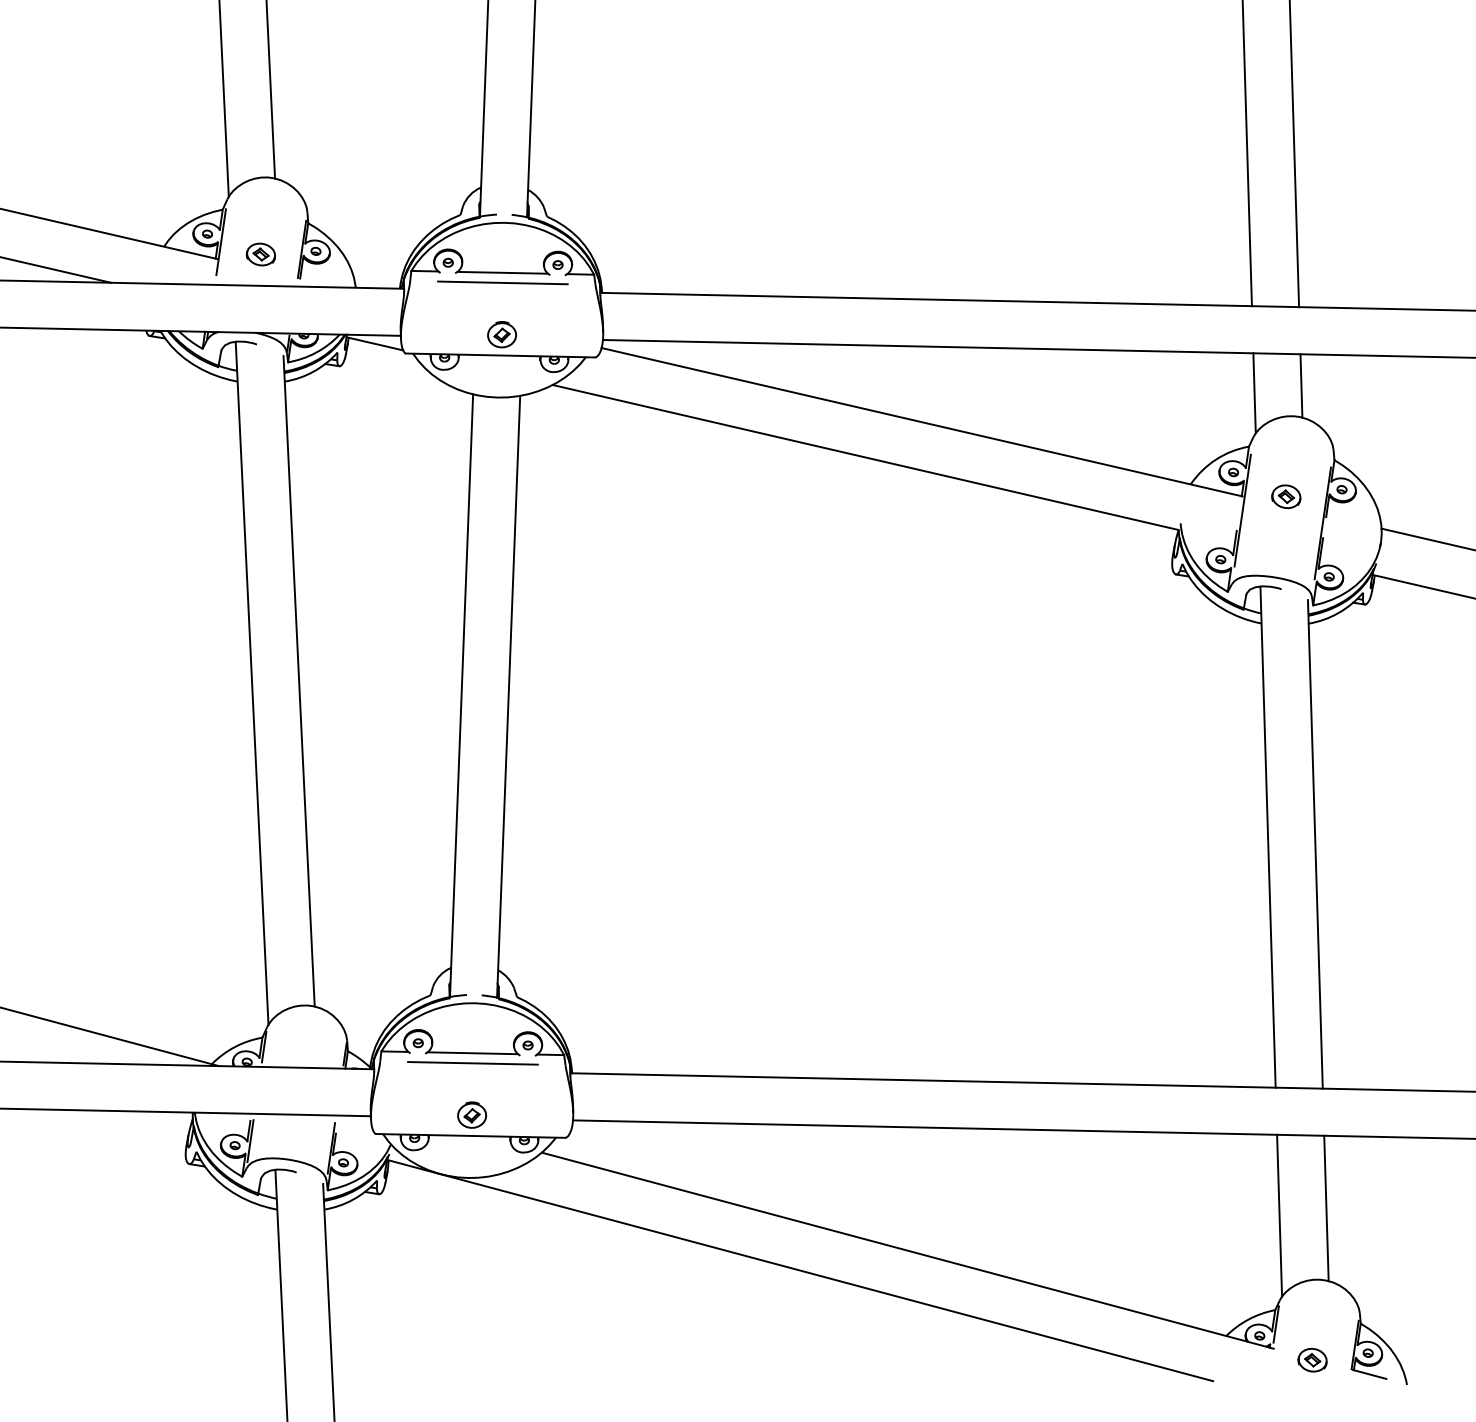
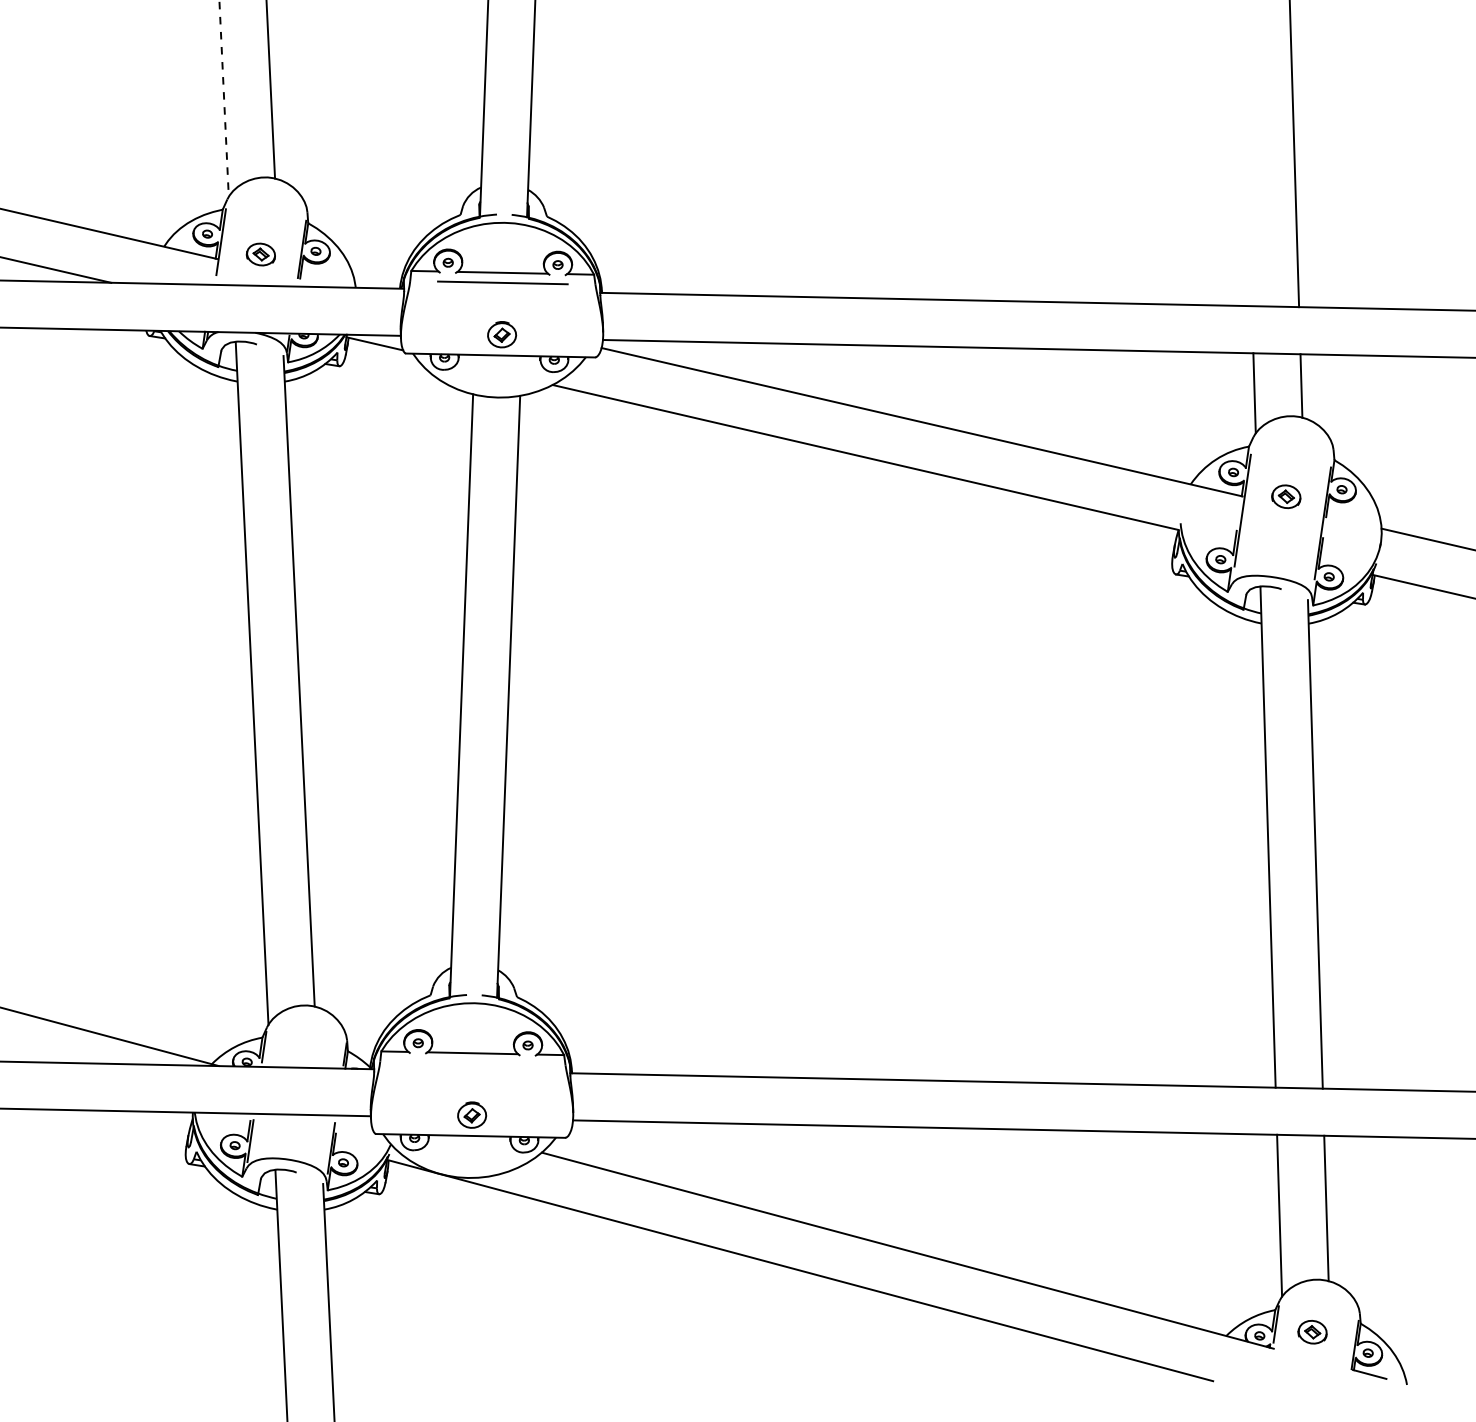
line at (224, 98): solid -> dashed
line at (1246, 154): present -> none
line at (472, 1063): present -> none
part at (1312, 1360) position: (1312, 1360) -> (1312, 1332)
